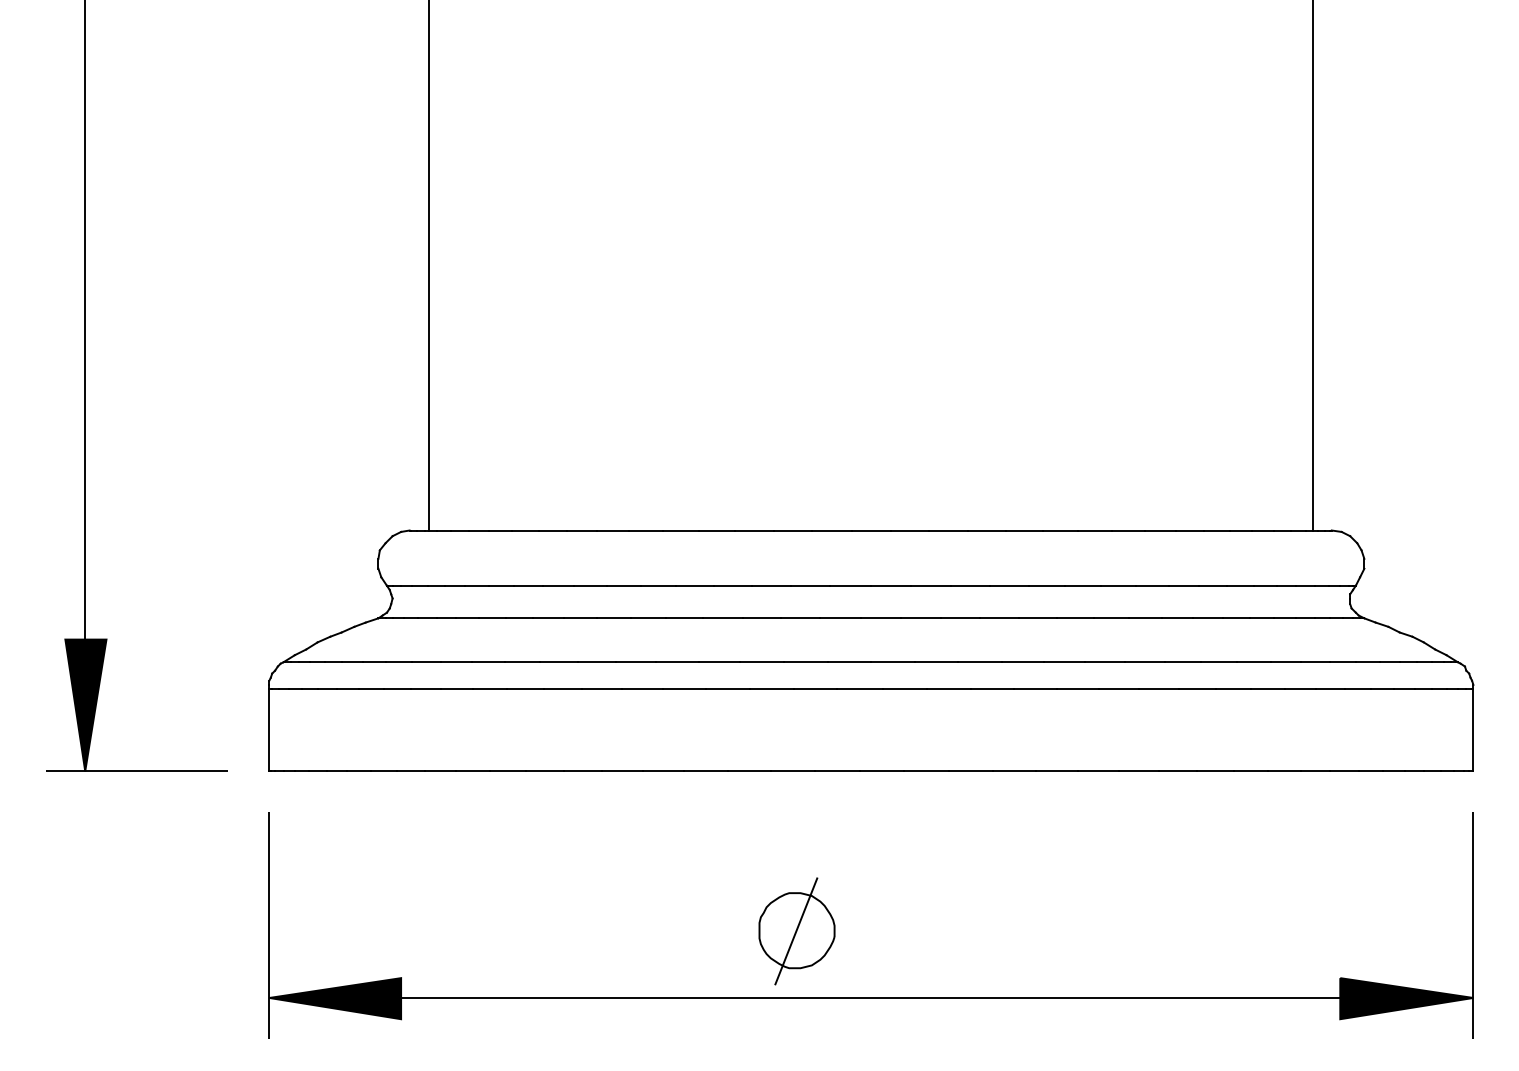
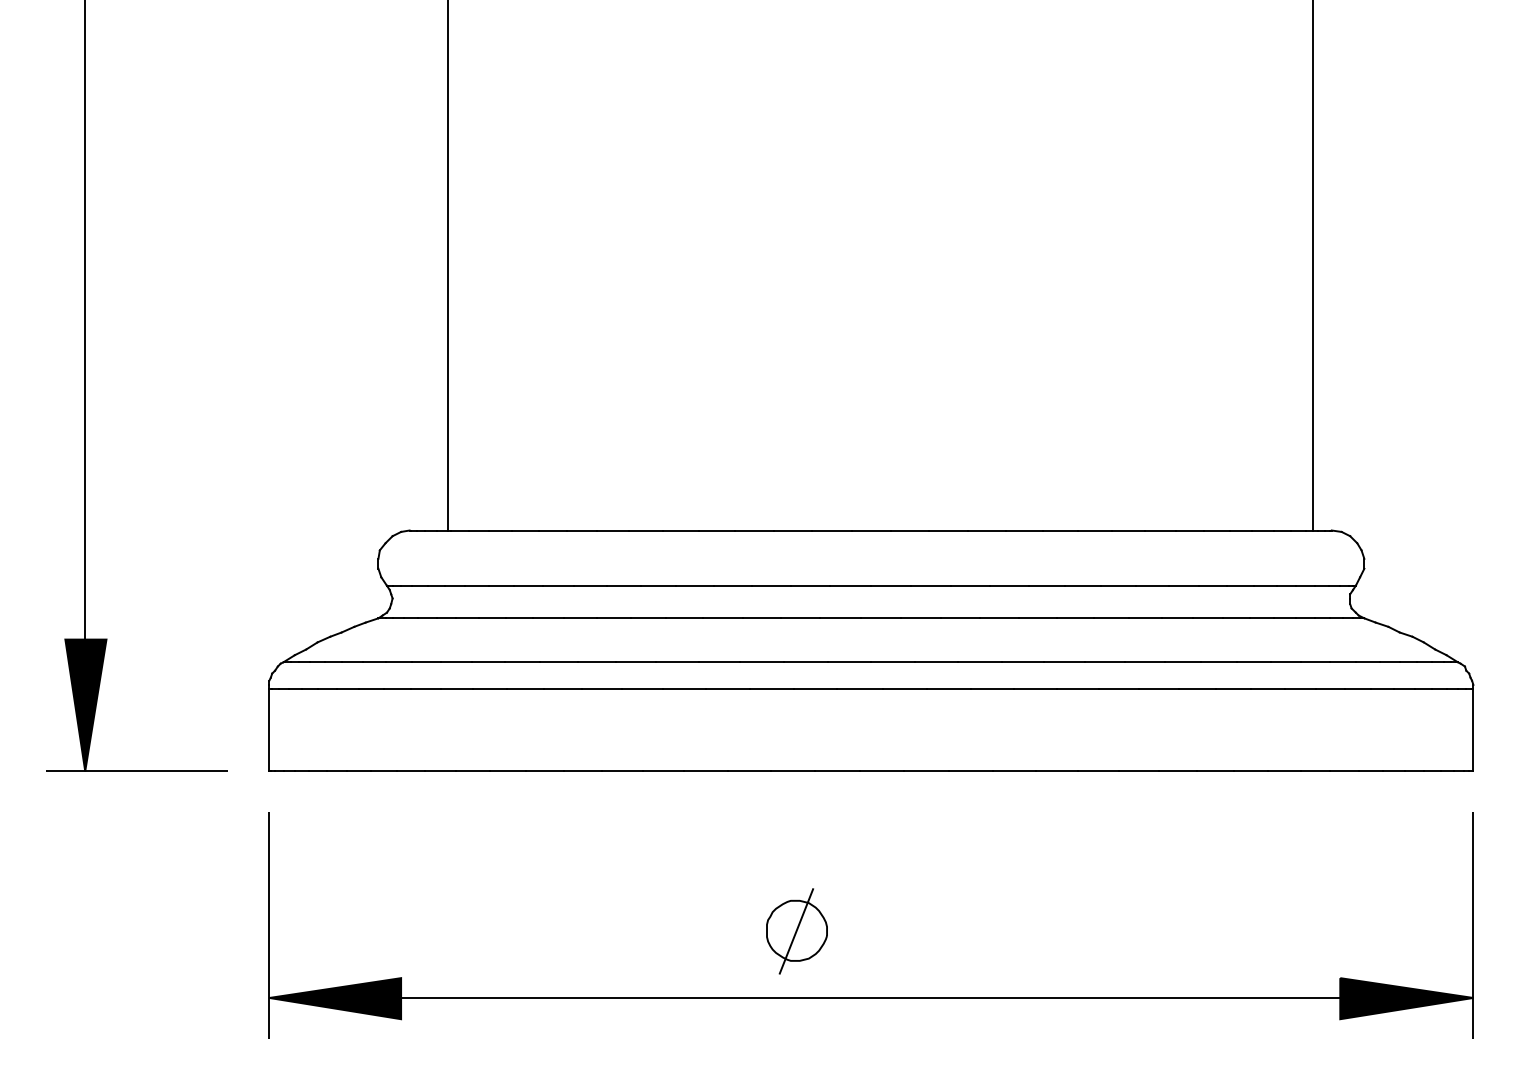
line at (429, 266) position: (429, 266) -> (448, 266)
part at (796, 931) size: 78x109 px -> 62x87 px
